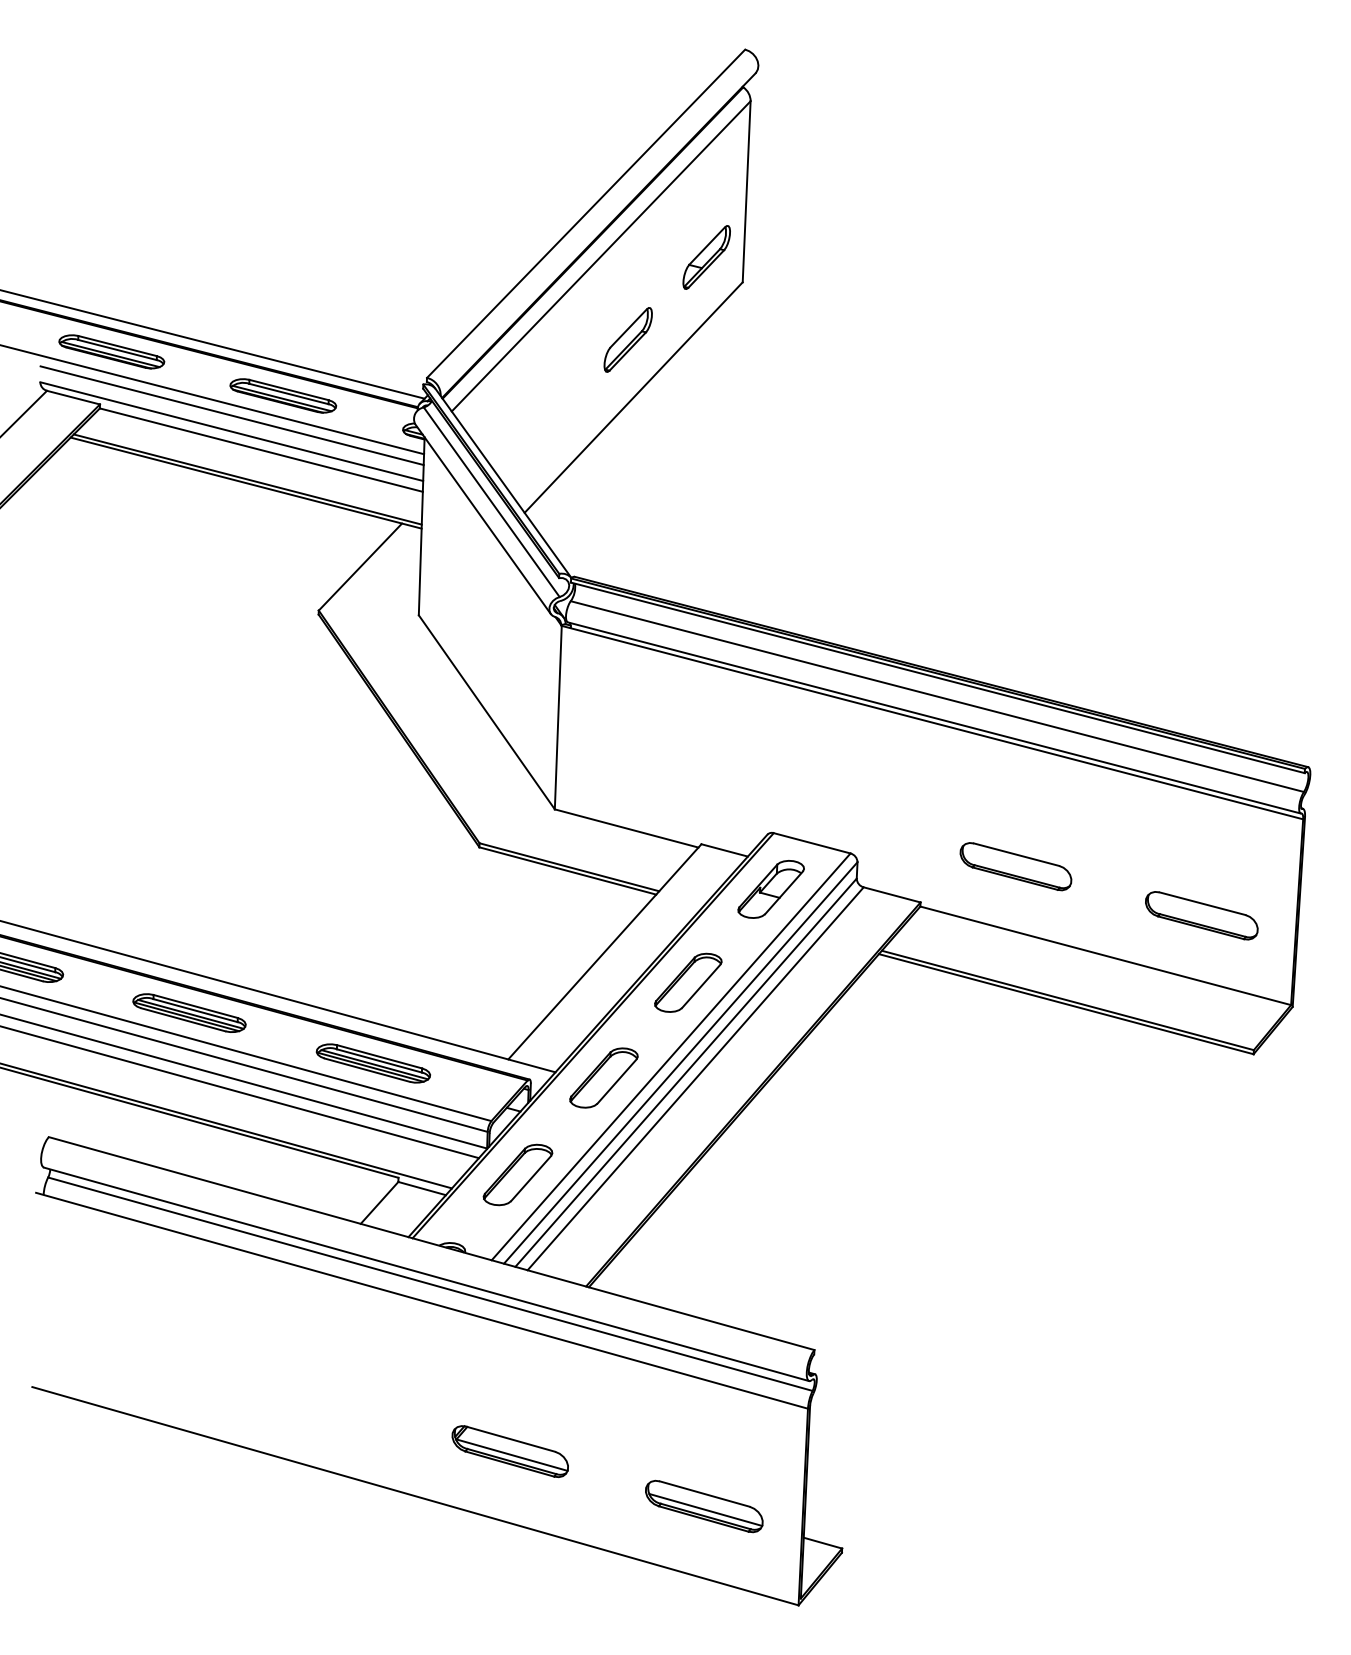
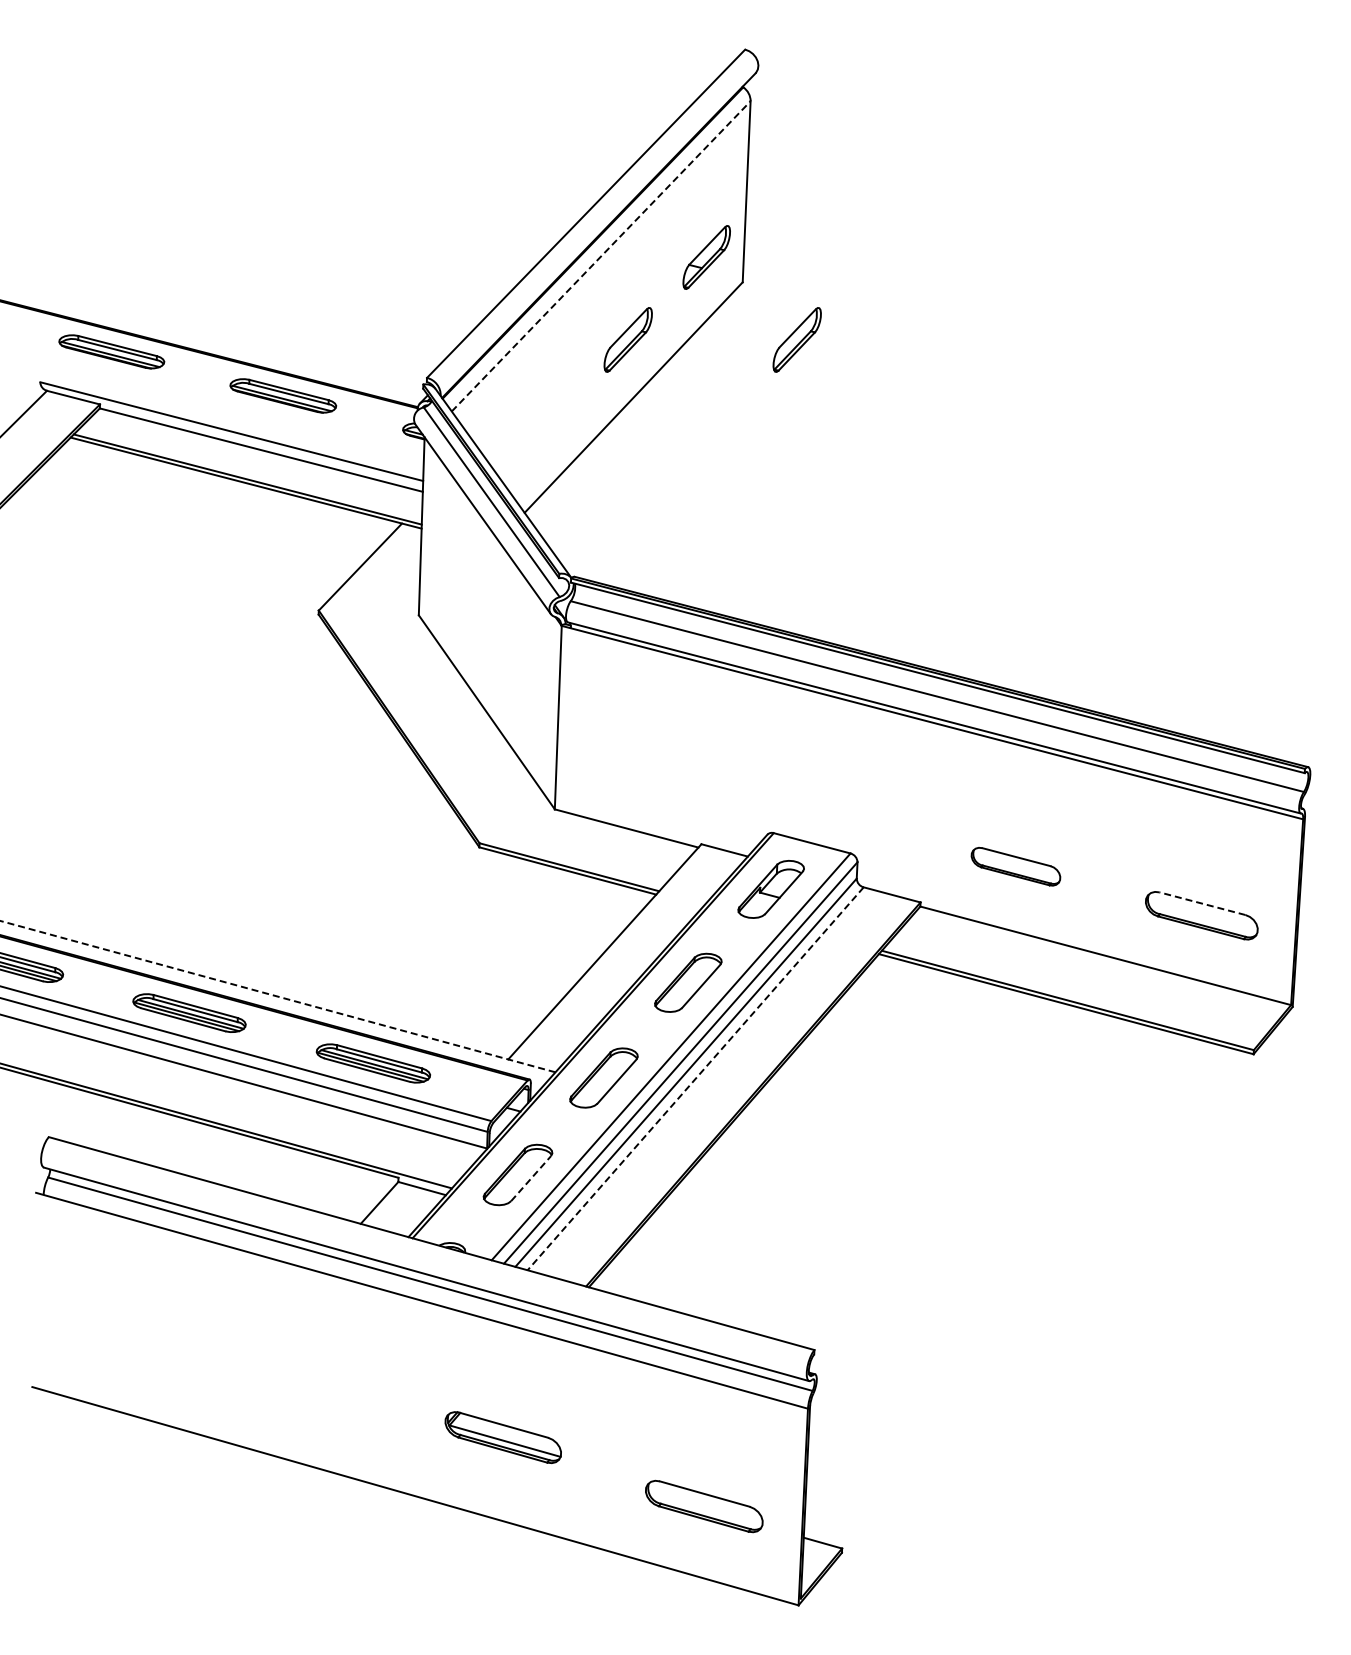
line at (601, 256): solid -> dashed
part at (796, 339): none -> present
line at (213, 344): present -> none
line at (213, 399): present -> none
line at (231, 415): present -> none
part at (1015, 866) size: 114x50 px -> 92x40 px
line at (1202, 903): solid -> dashed
line at (277, 996): solid -> dashed
line at (695, 1078): solid -> dashed
line at (240, 1092): present -> none
line at (531, 1178): solid -> dashed
part at (509, 1451) position: (509, 1451) -> (502, 1437)
line at (705, 1509): present -> none
